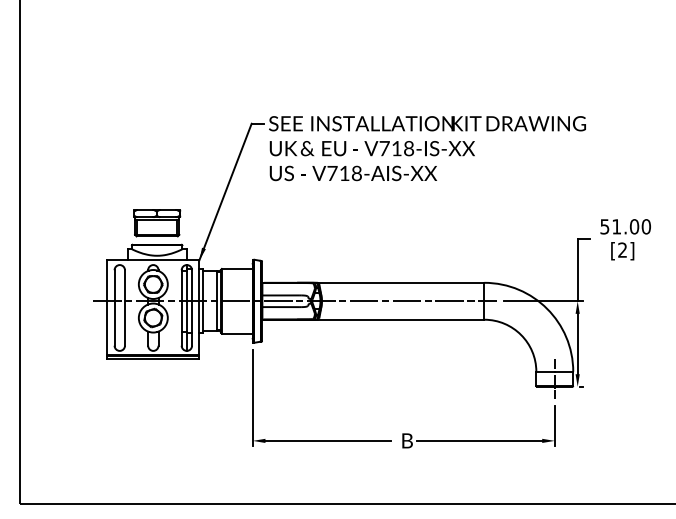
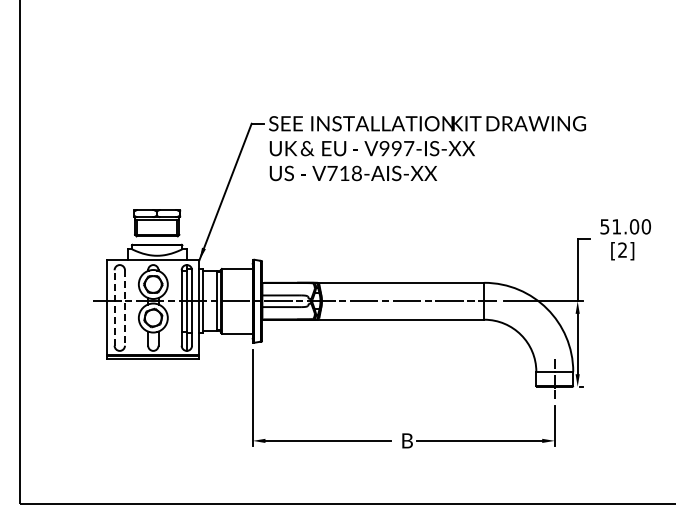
text at (396, 148): V718-IS-XX -> V997-IS-XX
line at (114, 307): solid -> dashed
line at (124, 307): solid -> dashed
